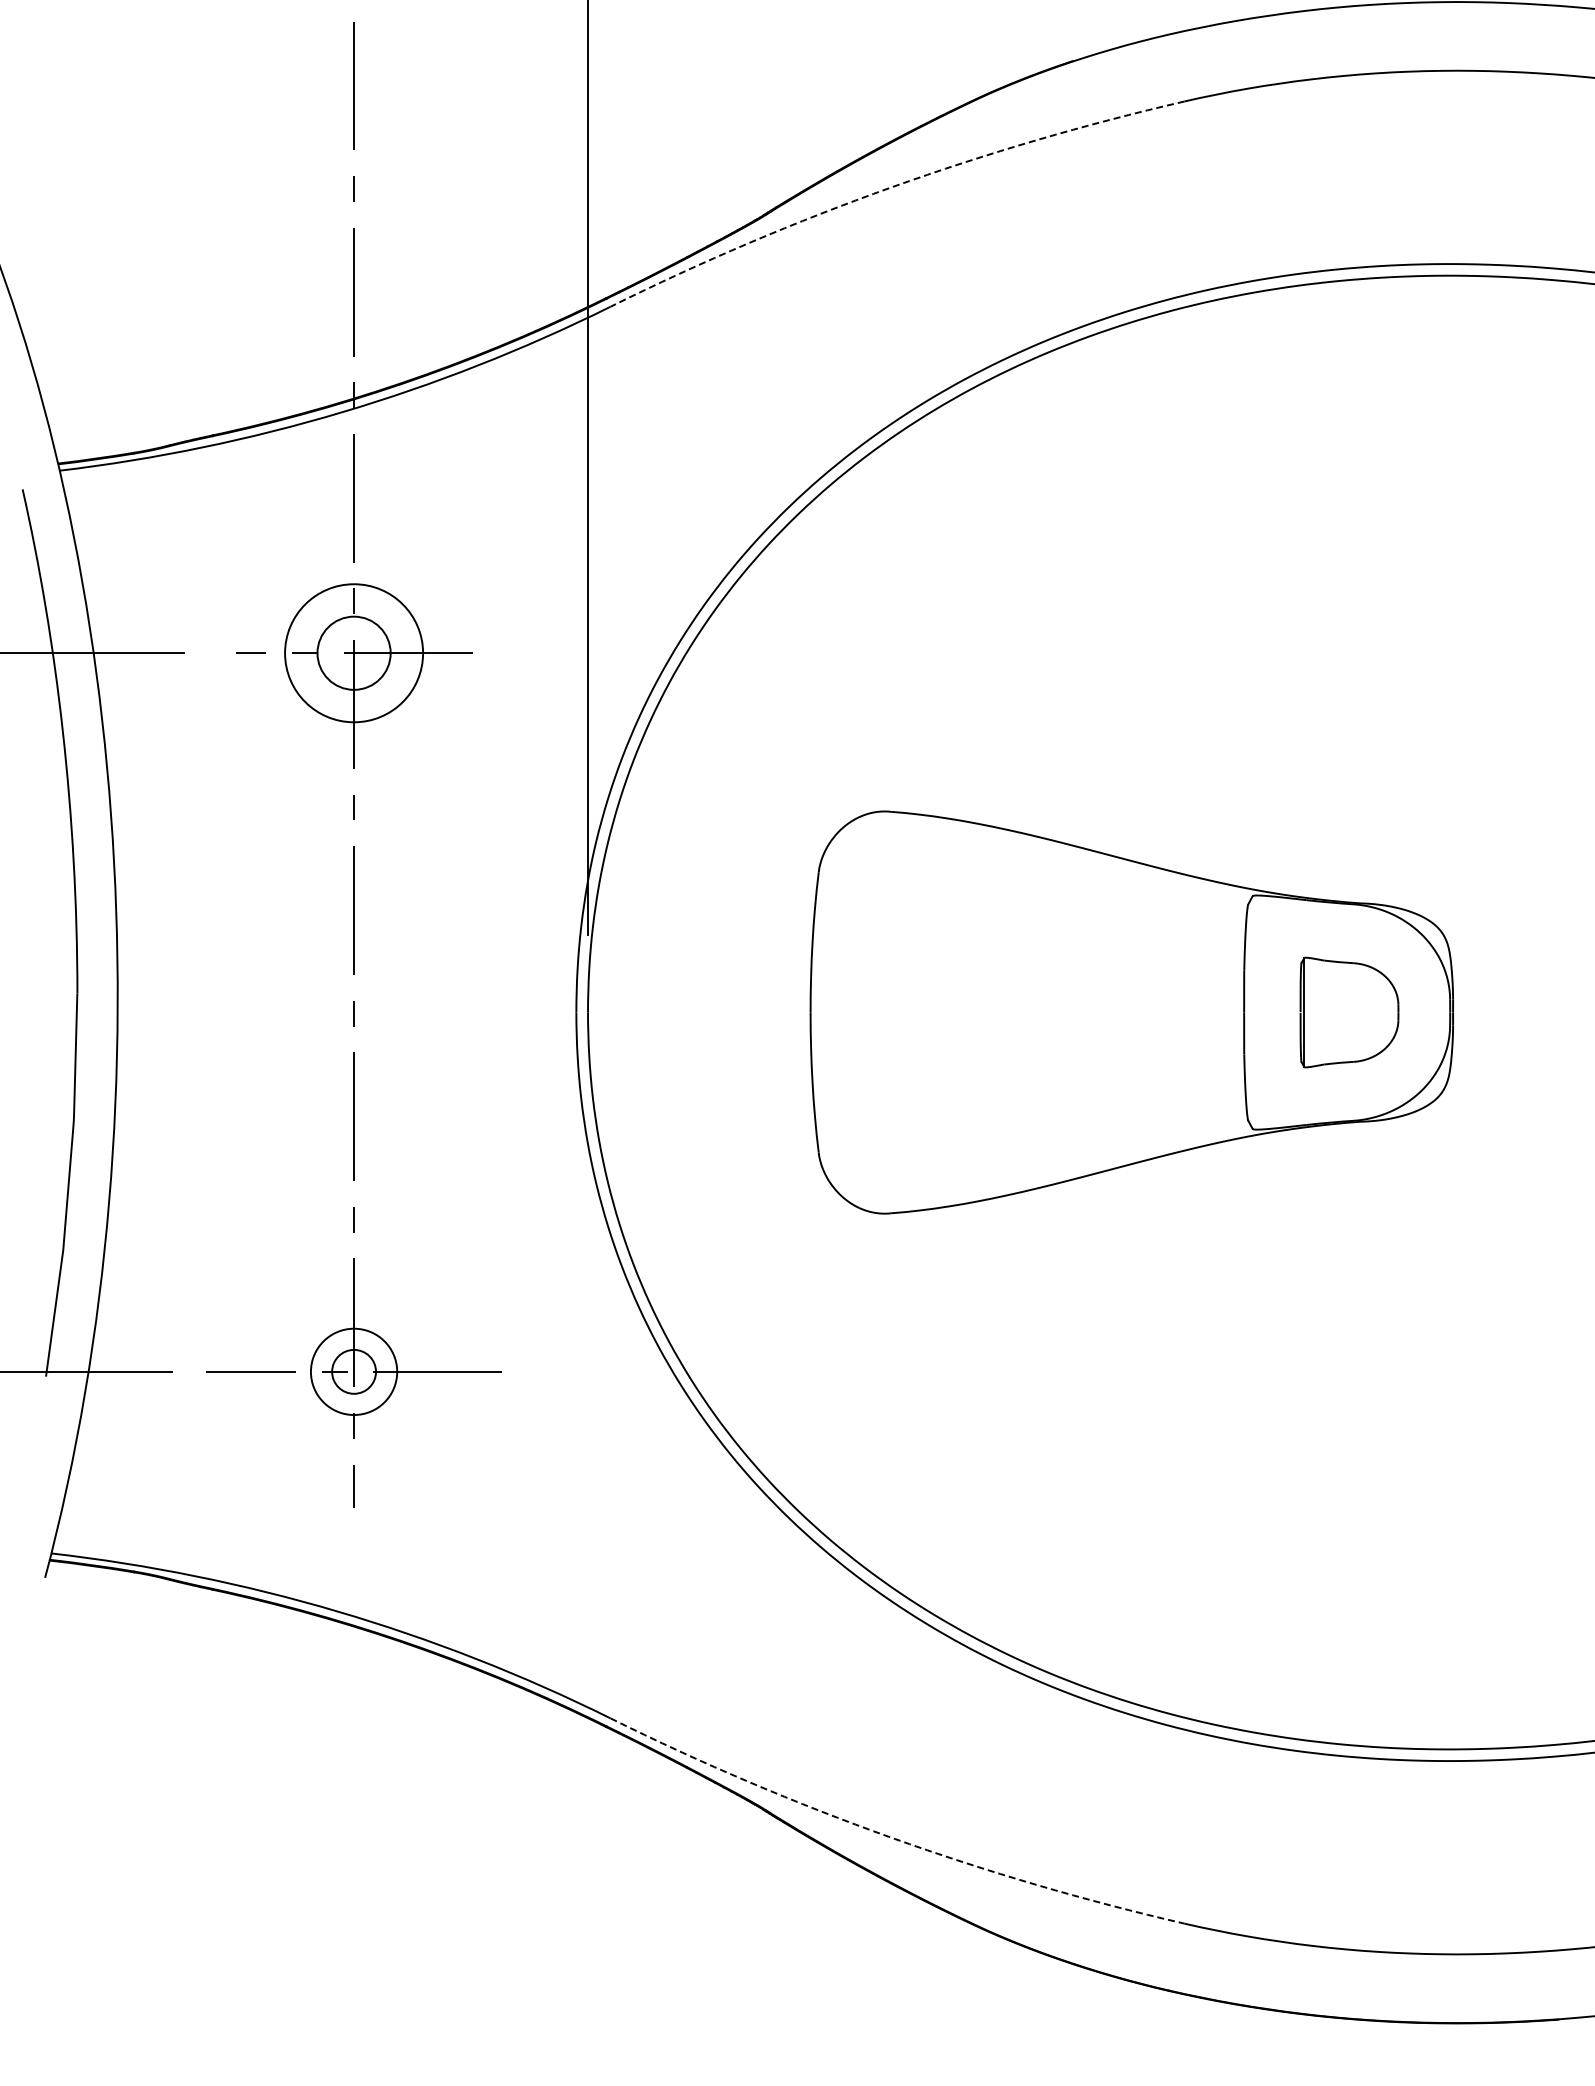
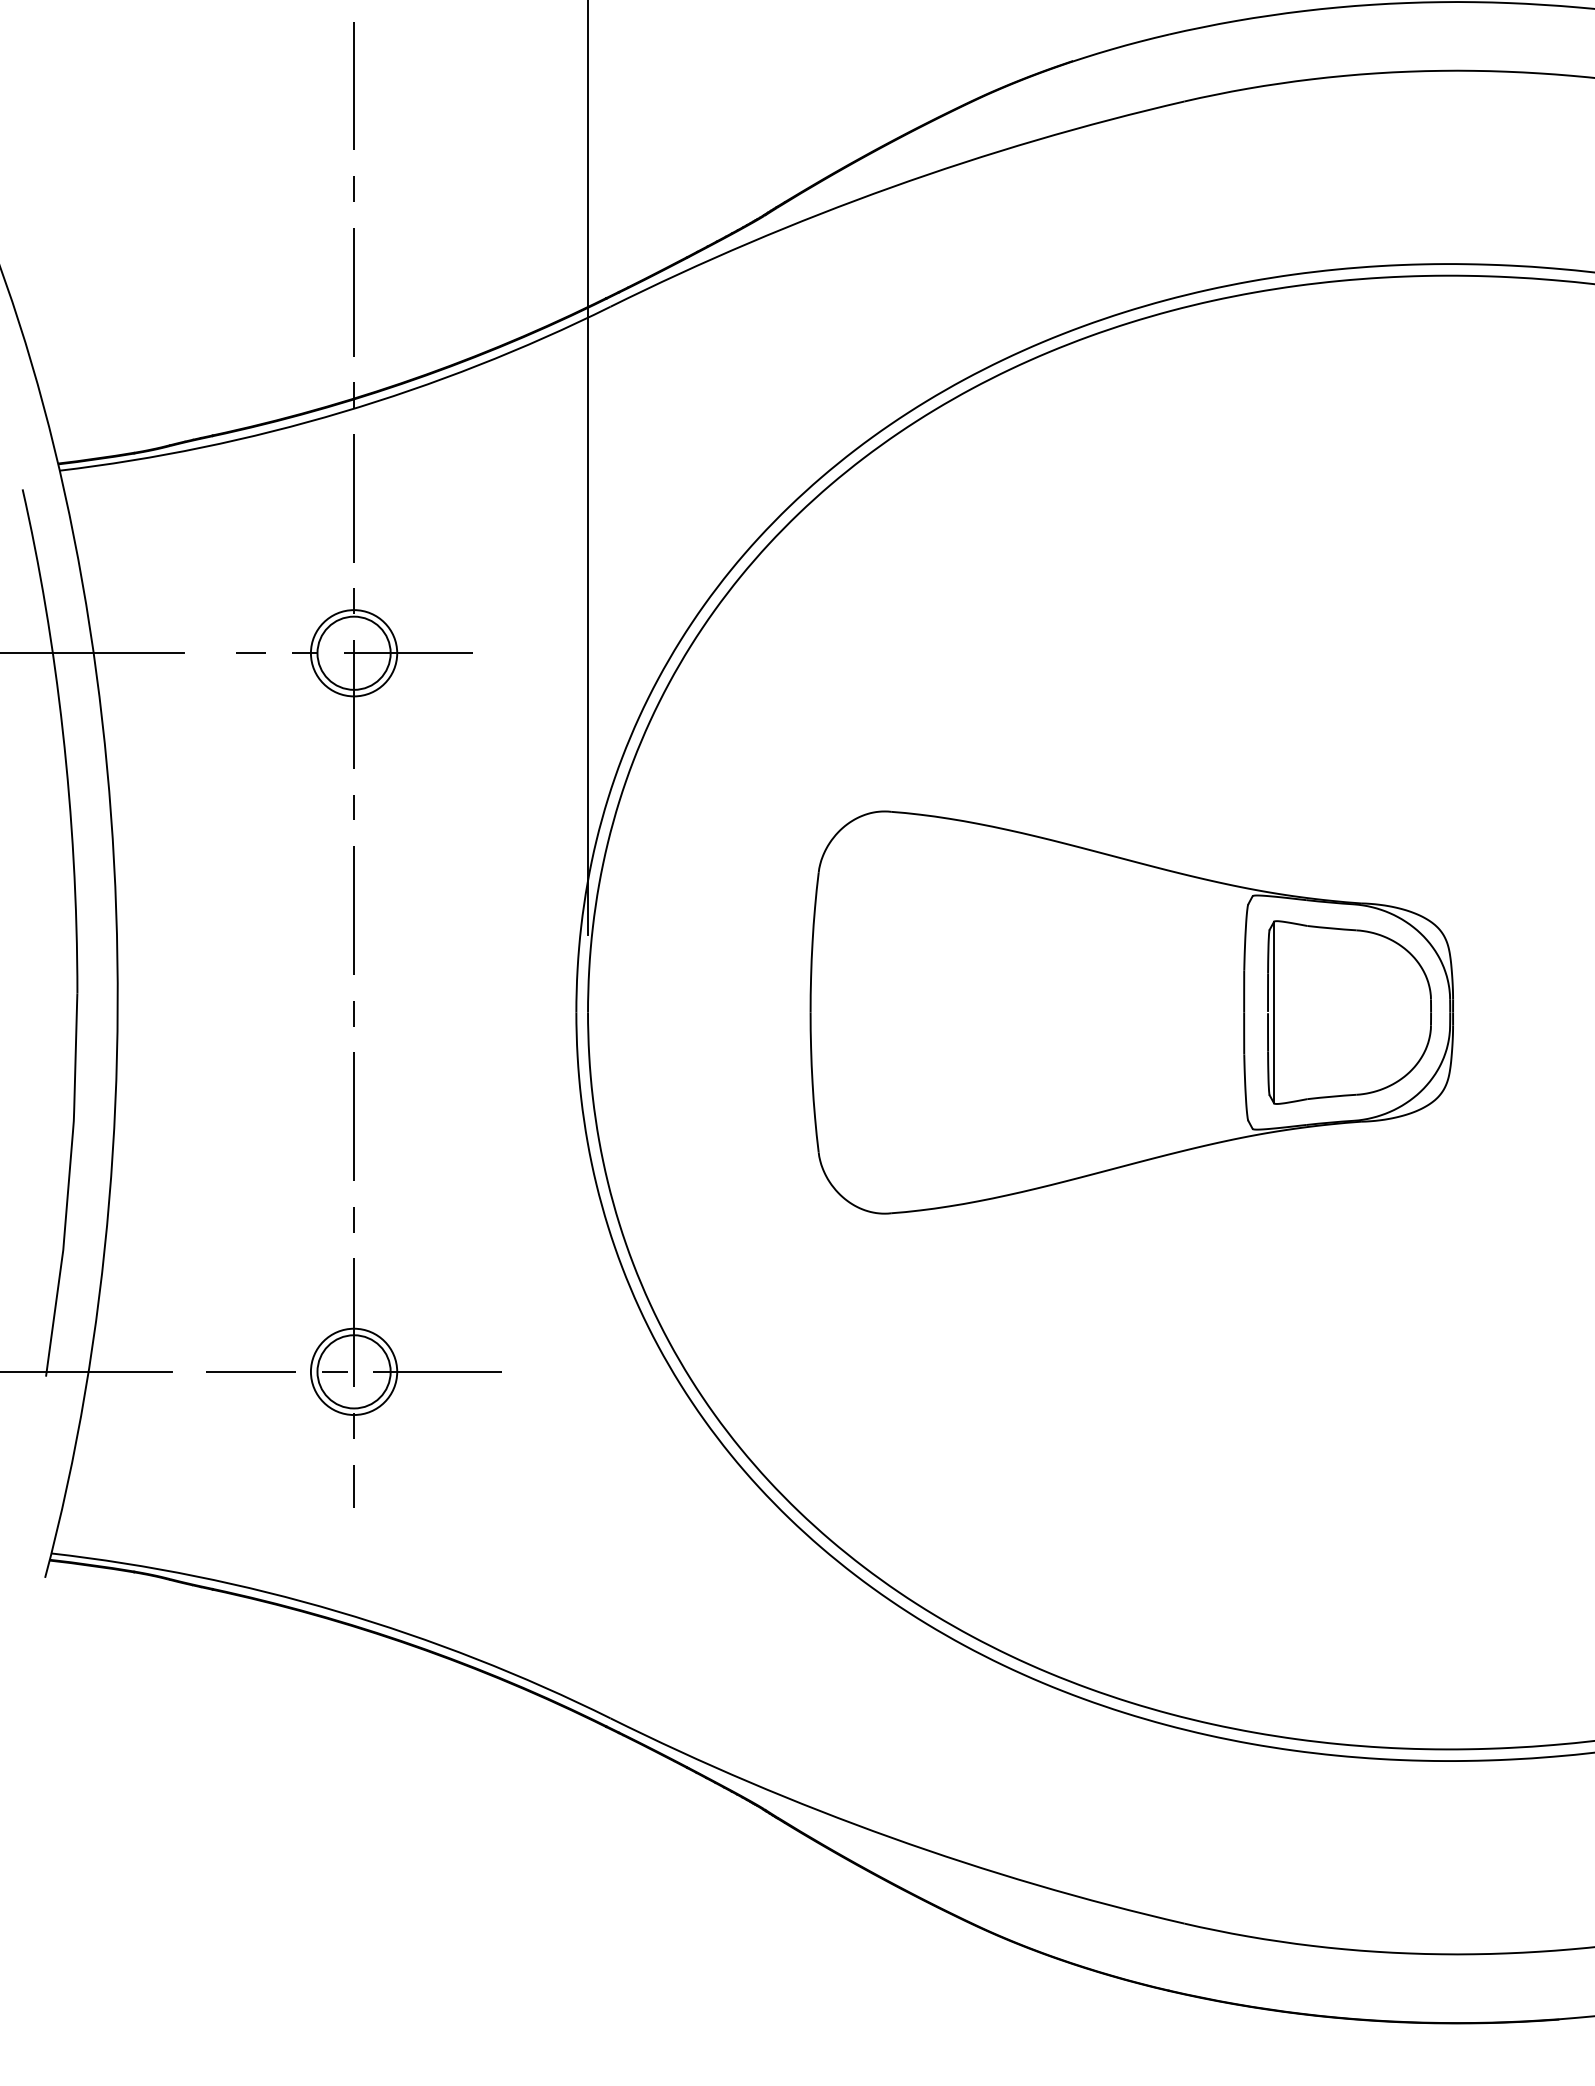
arc at (891, 187): dashed -> solid
circle at (354, 653) diameter: 138 px -> 86 px
part at (1349, 1012) size: 101x113 px -> 165x185 px
circle at (354, 1371) diameter: 44 px -> 73 px
arc at (891, 1837): dashed -> solid
